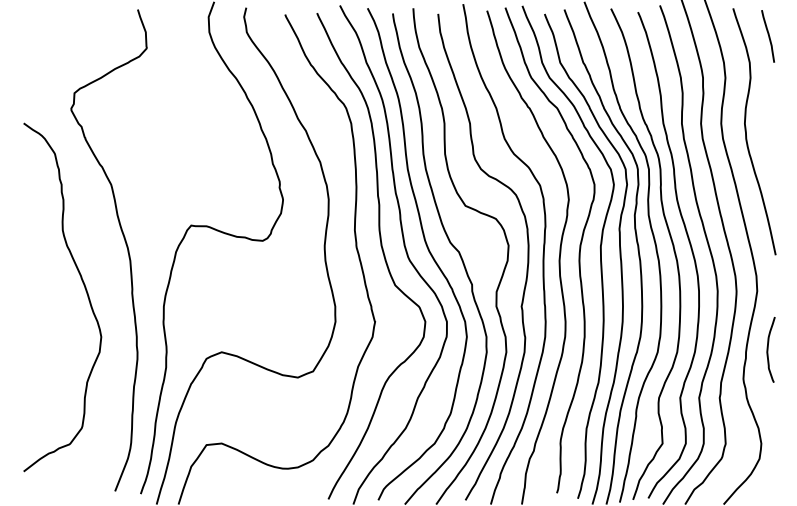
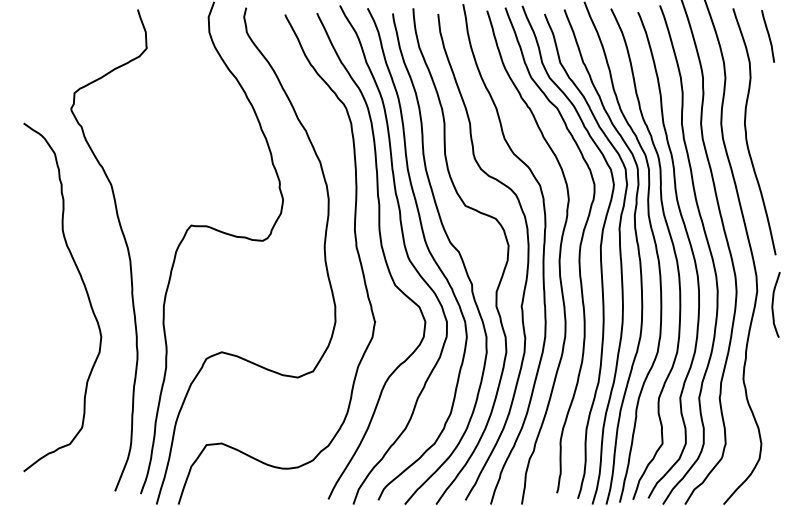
curve at (768, 349) position: (768, 349) -> (773, 304)
